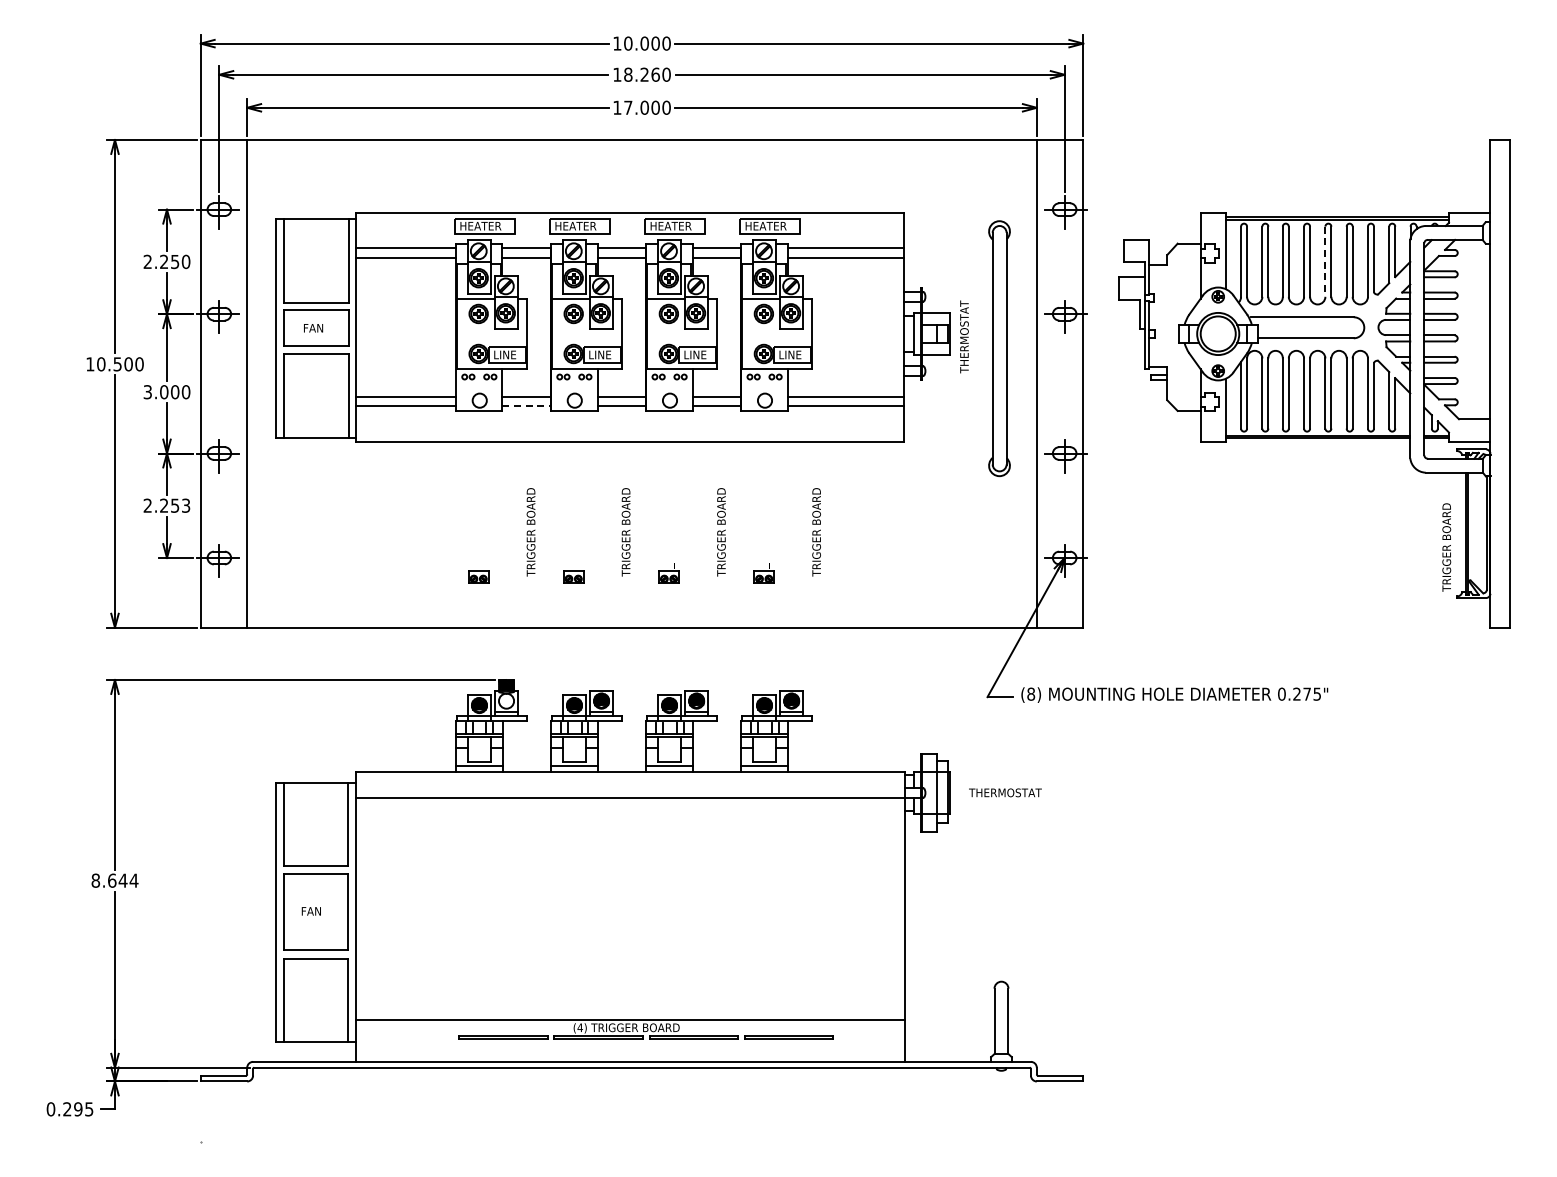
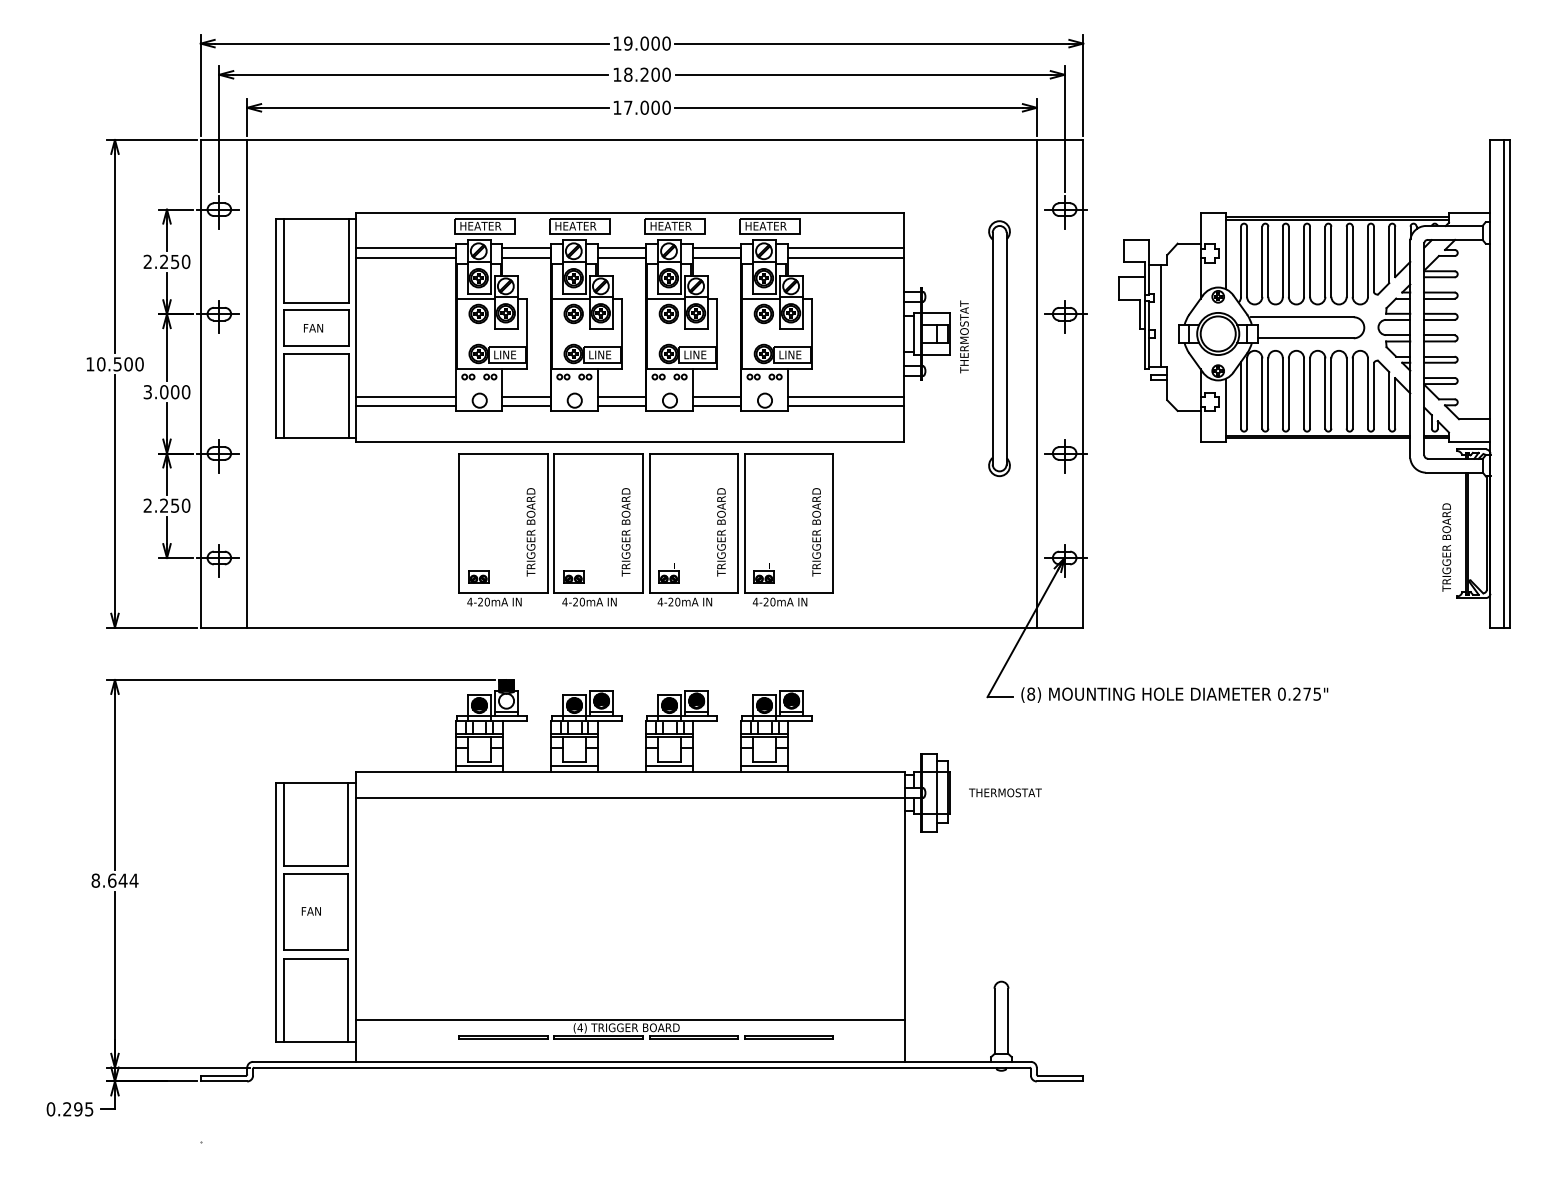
text at (628, 43): 10.000 -> 19.000
text at (655, 74): 18.260 -> 18.200
line at (1325, 262): dashed -> solid
line at (1161, 315): none -> present
line at (1504, 383): none -> present
line at (527, 406): dashed -> solid
text at (185, 505): 2.253 -> 2.250
part at (645, 529): none -> present
